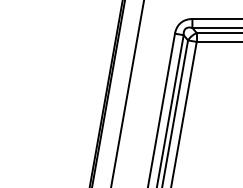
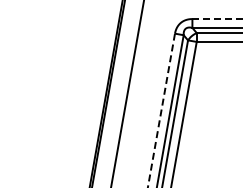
line at (217, 19): solid -> dashed
line at (161, 110): solid -> dashed
